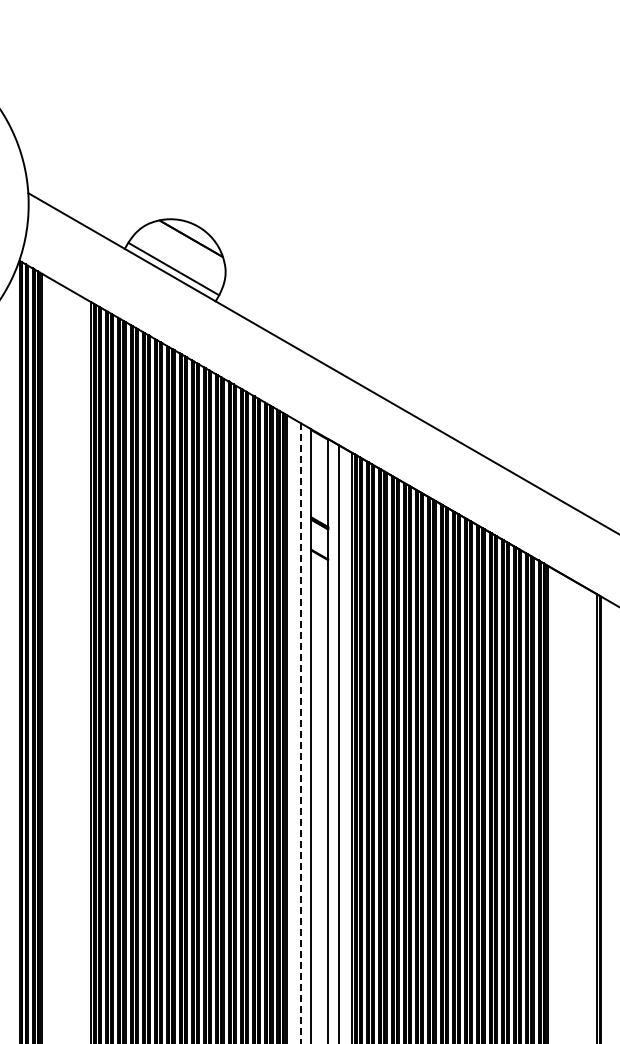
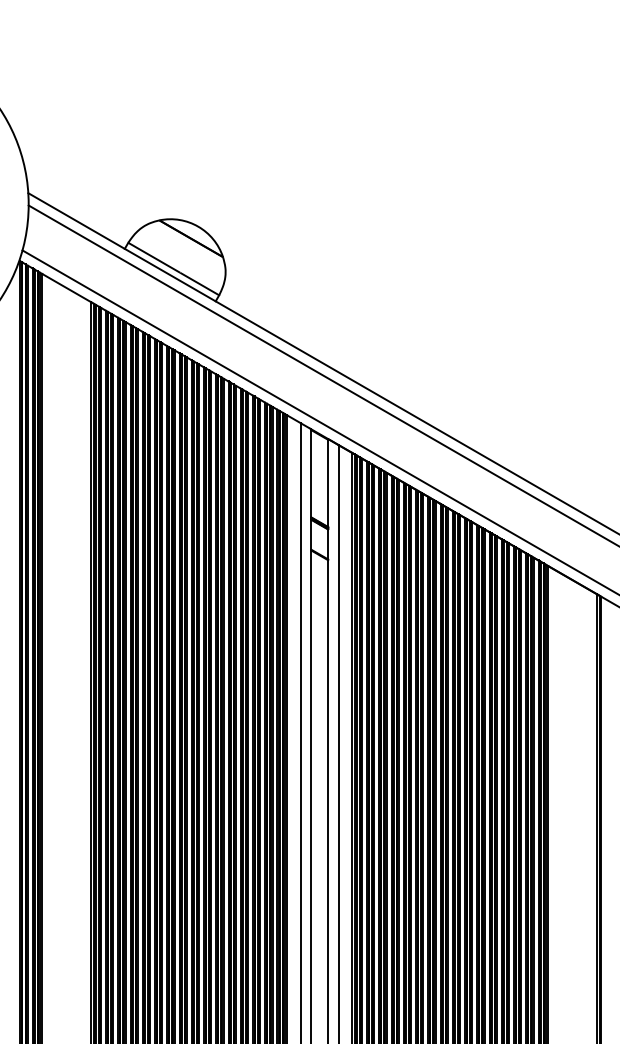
line at (322, 375): none -> present
line at (319, 421): none -> present
line at (300, 733): dashed -> solid
